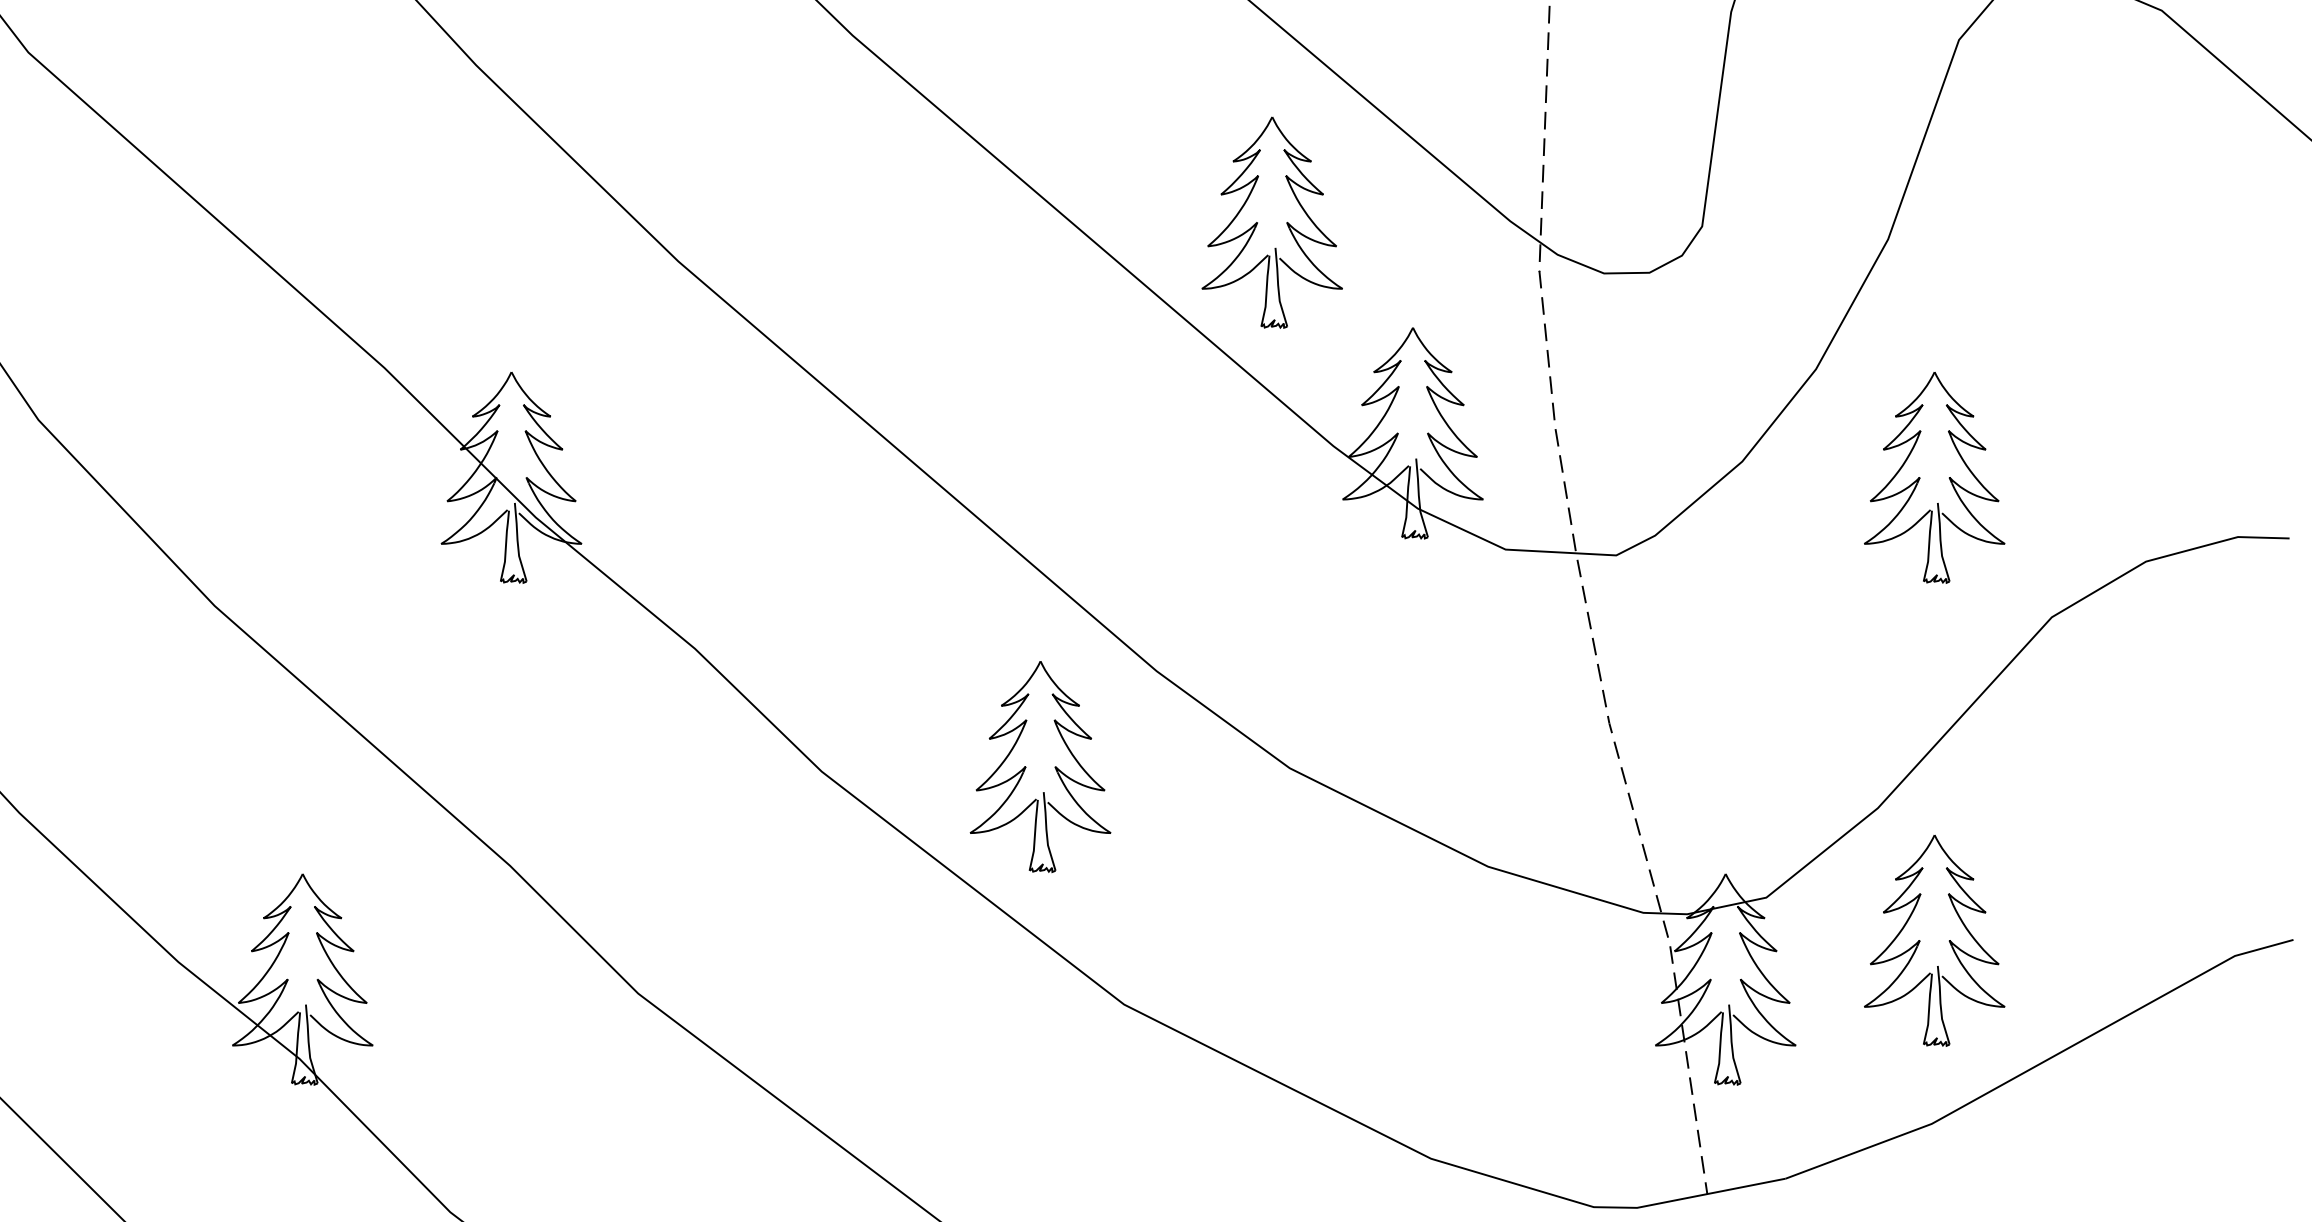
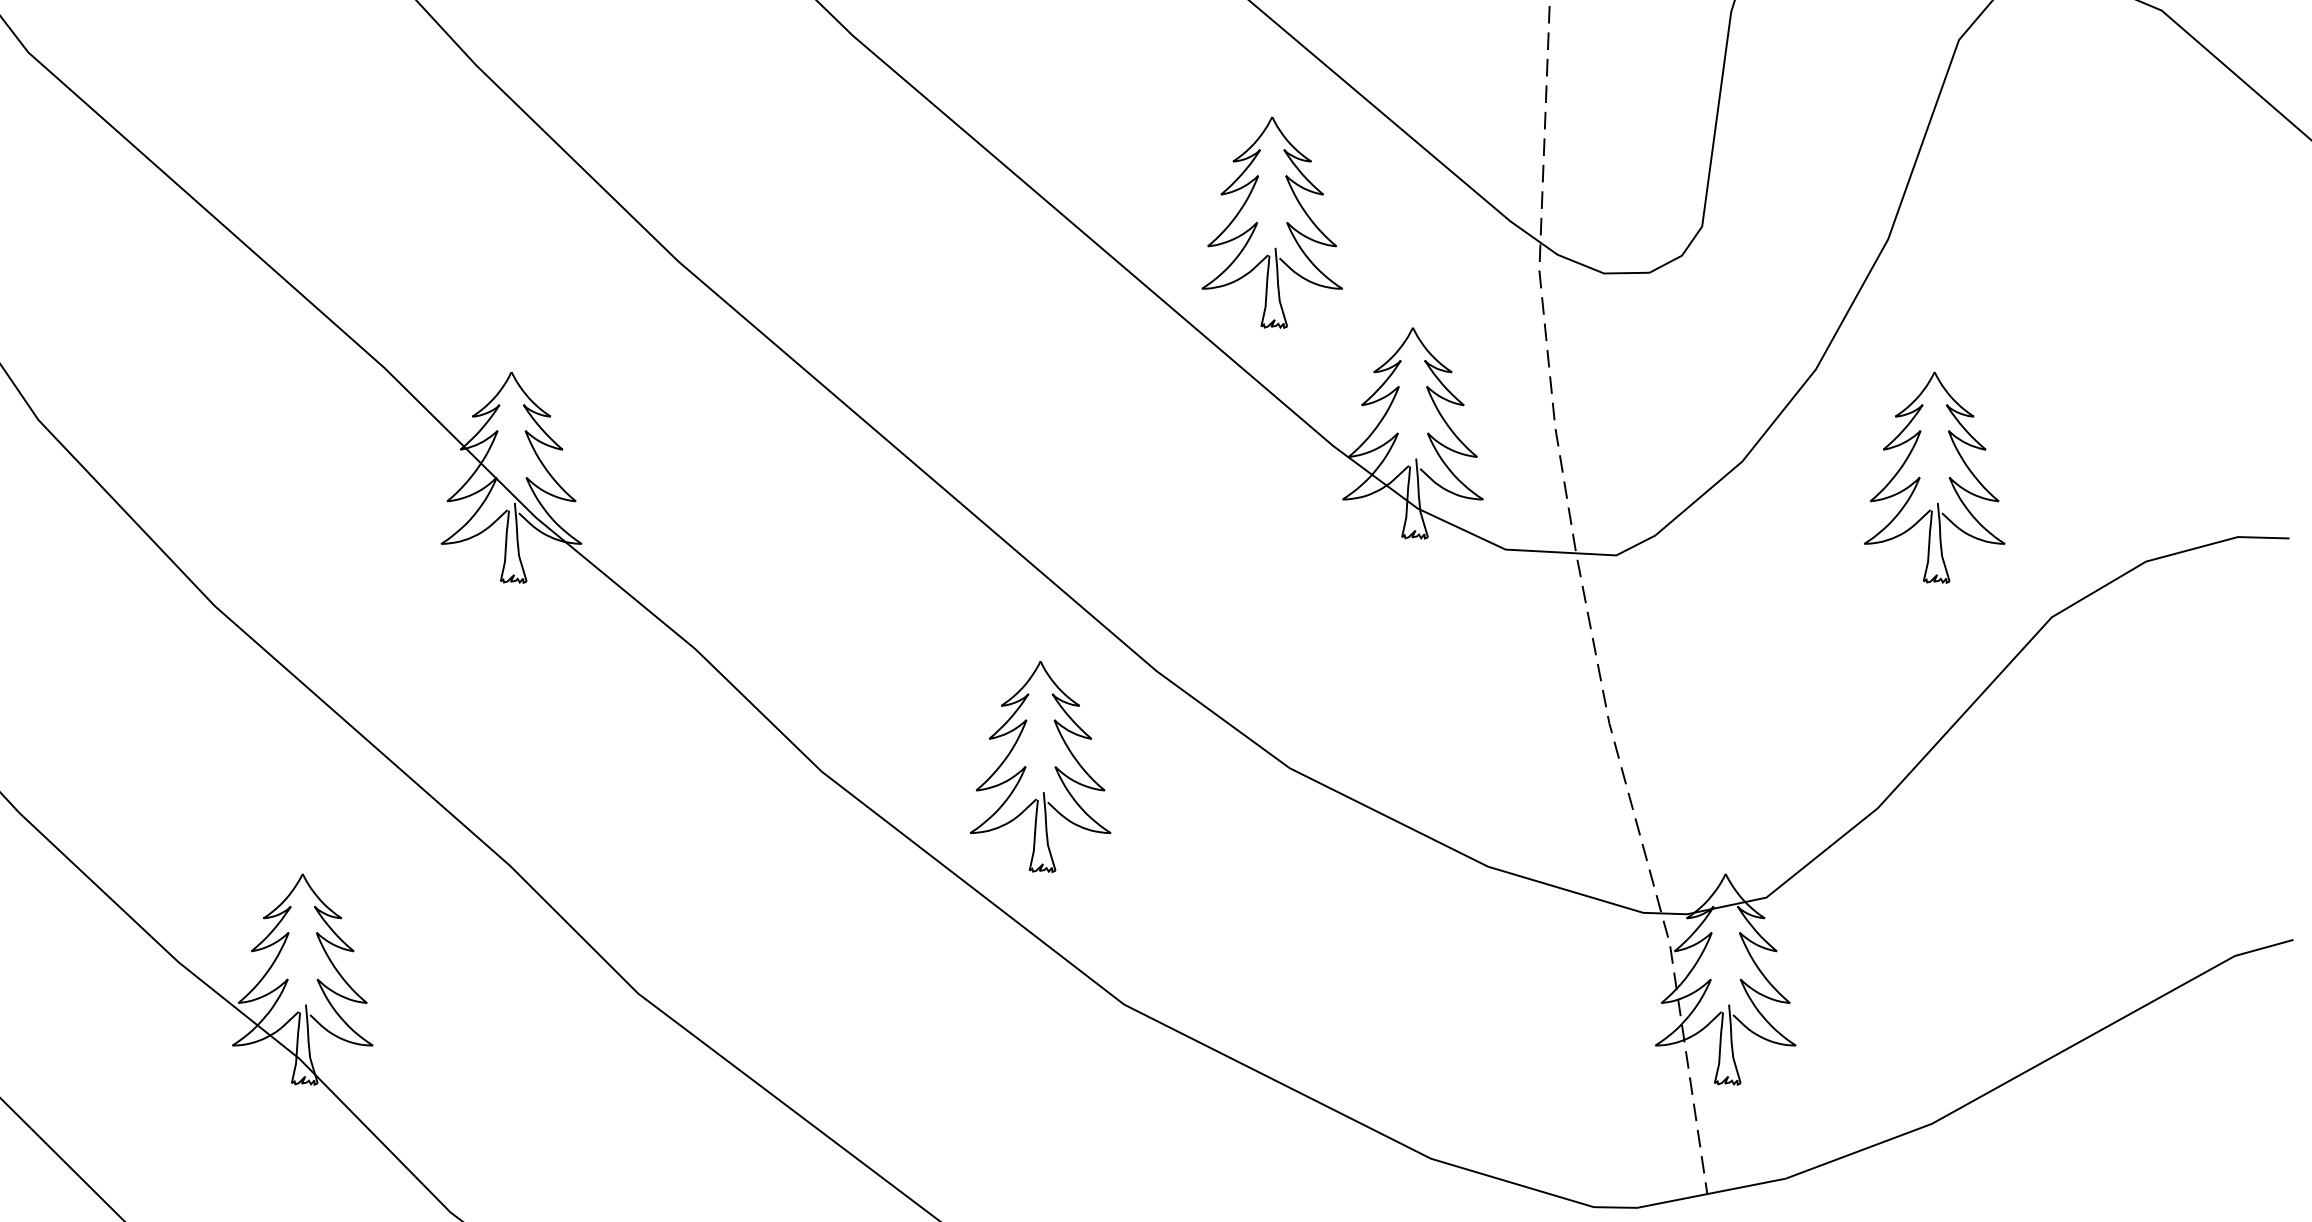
part at (1920, 940): present -> none
